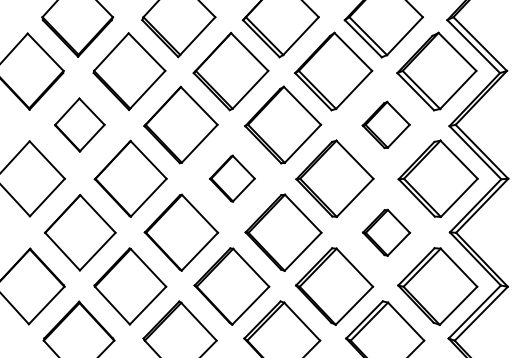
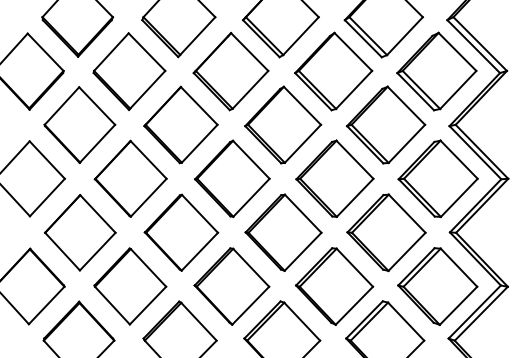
part at (79, 124) size: 52x56 px -> 74x78 px
part at (385, 124) size: 50x50 px -> 81x80 px
part at (232, 178) size: 47x49 px -> 77x79 px
part at (386, 232) size: 50x49 px -> 81x80 px
